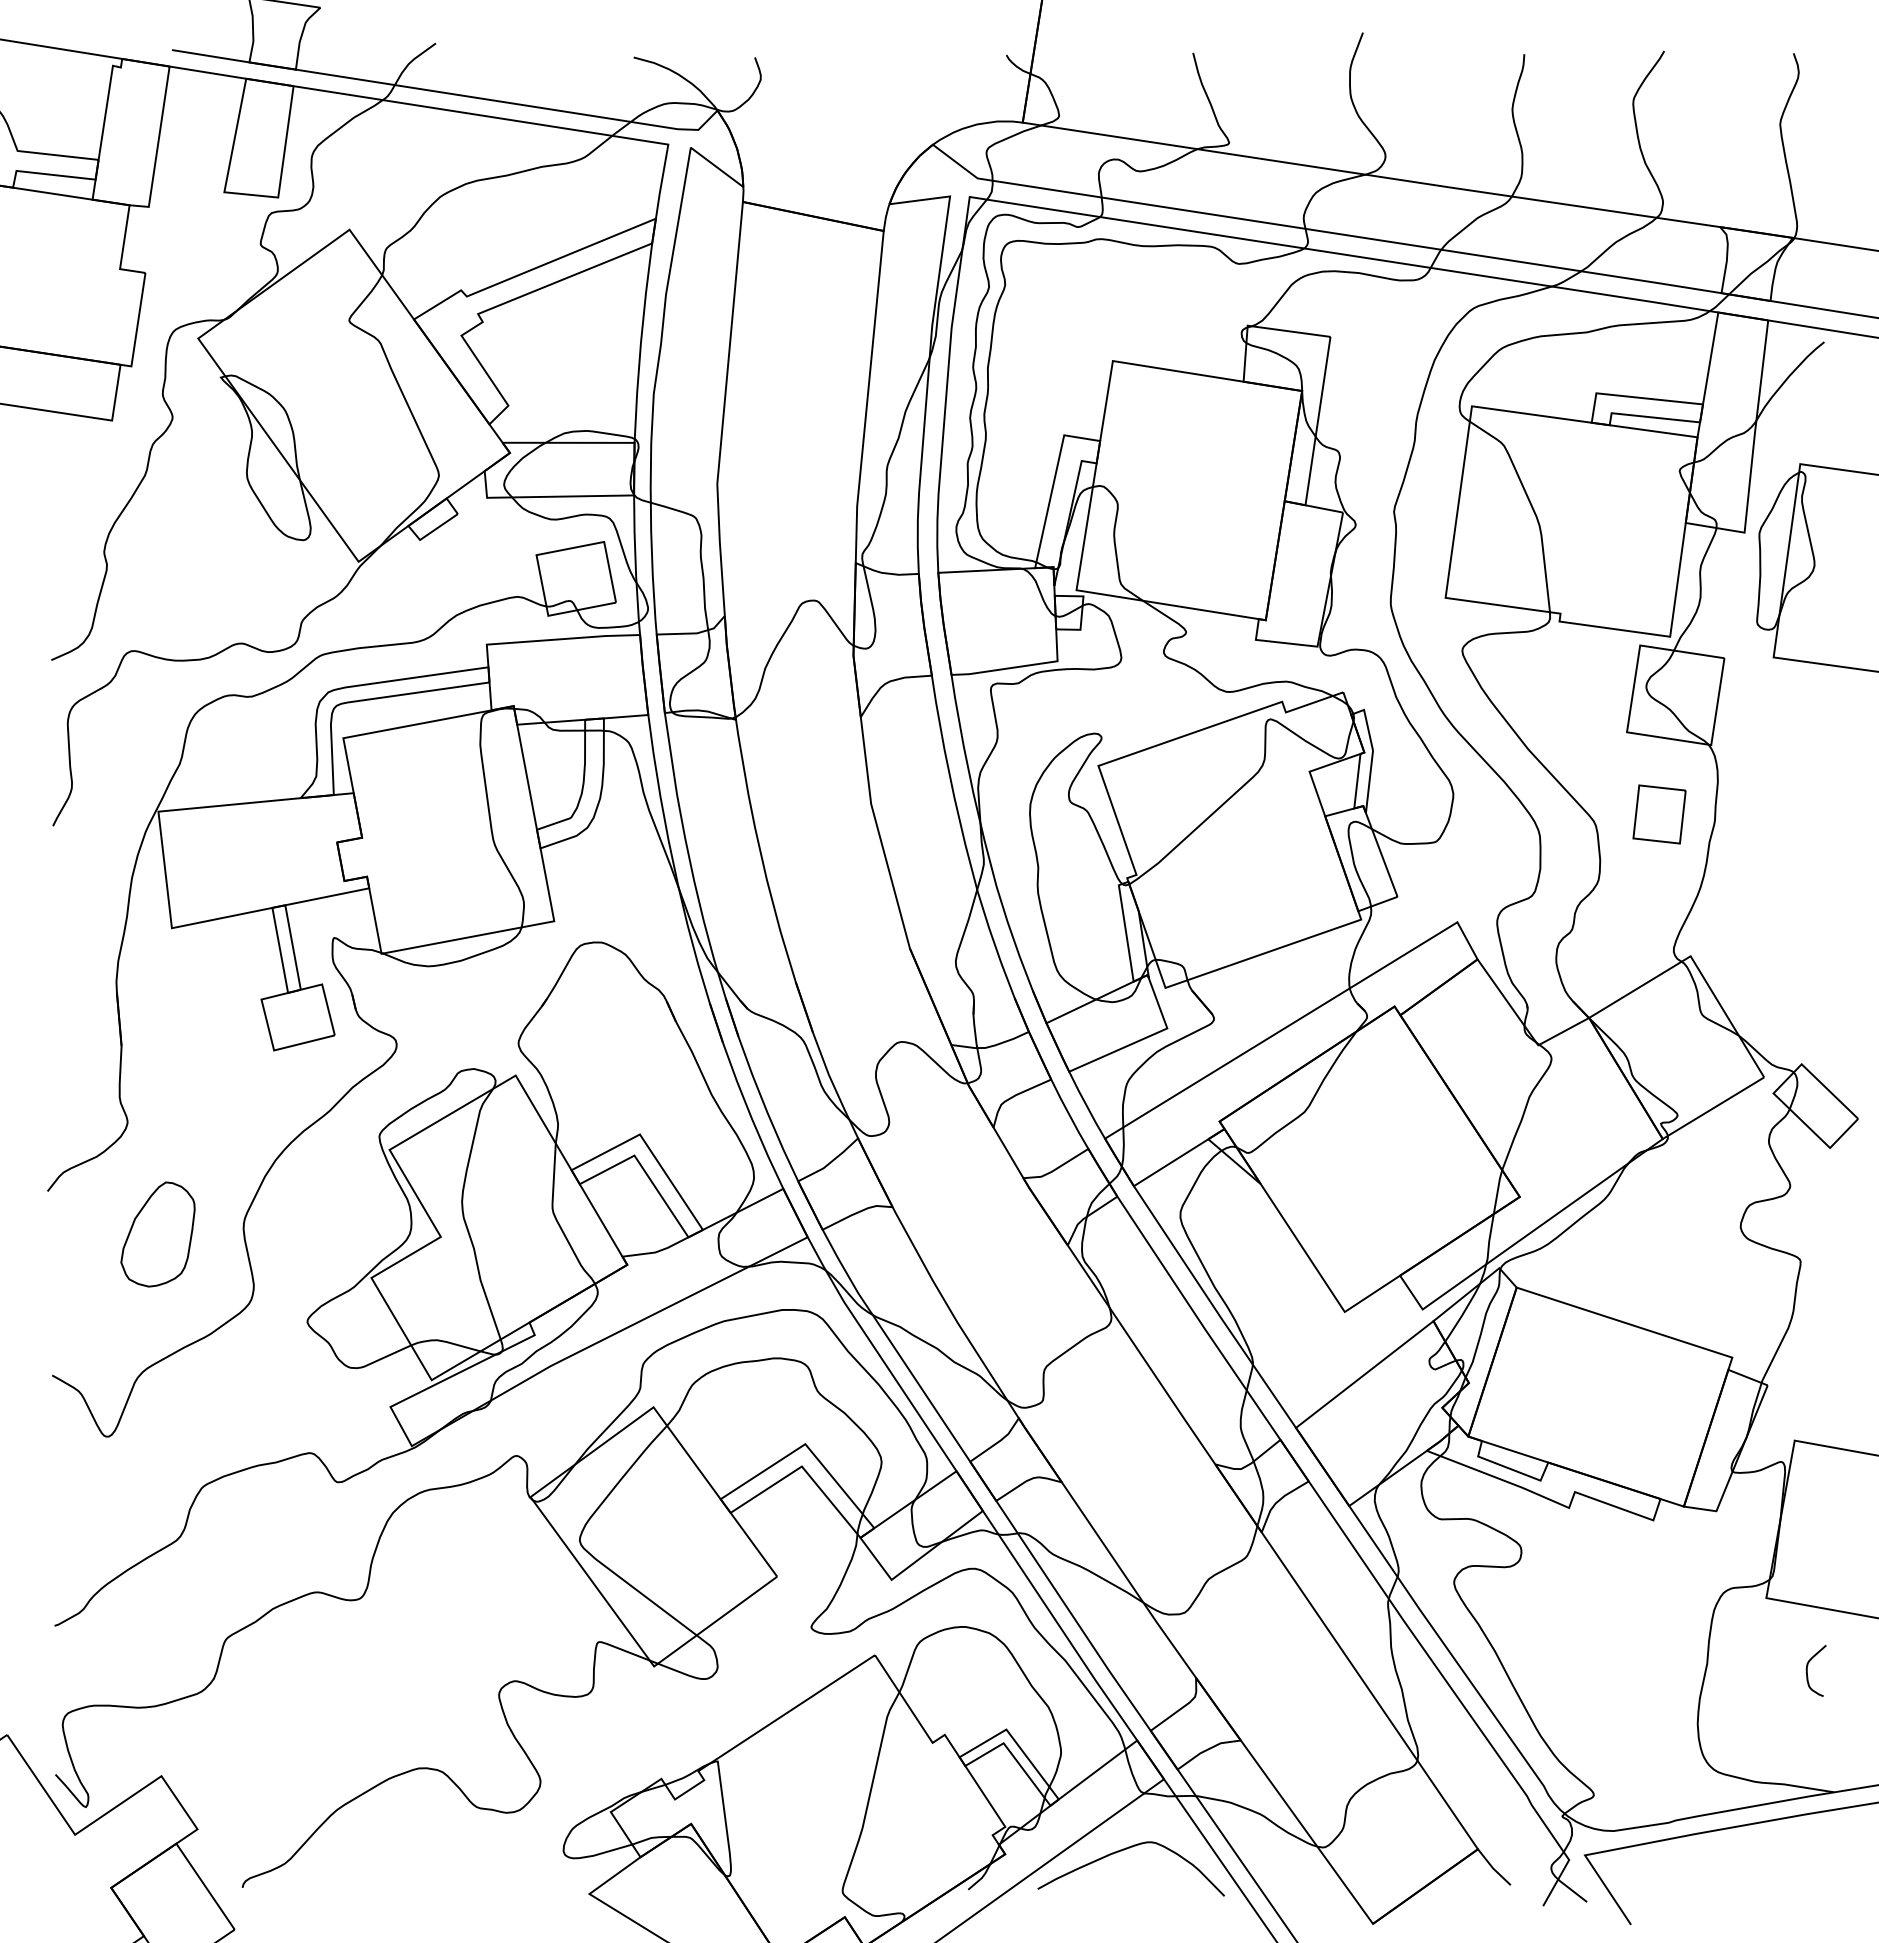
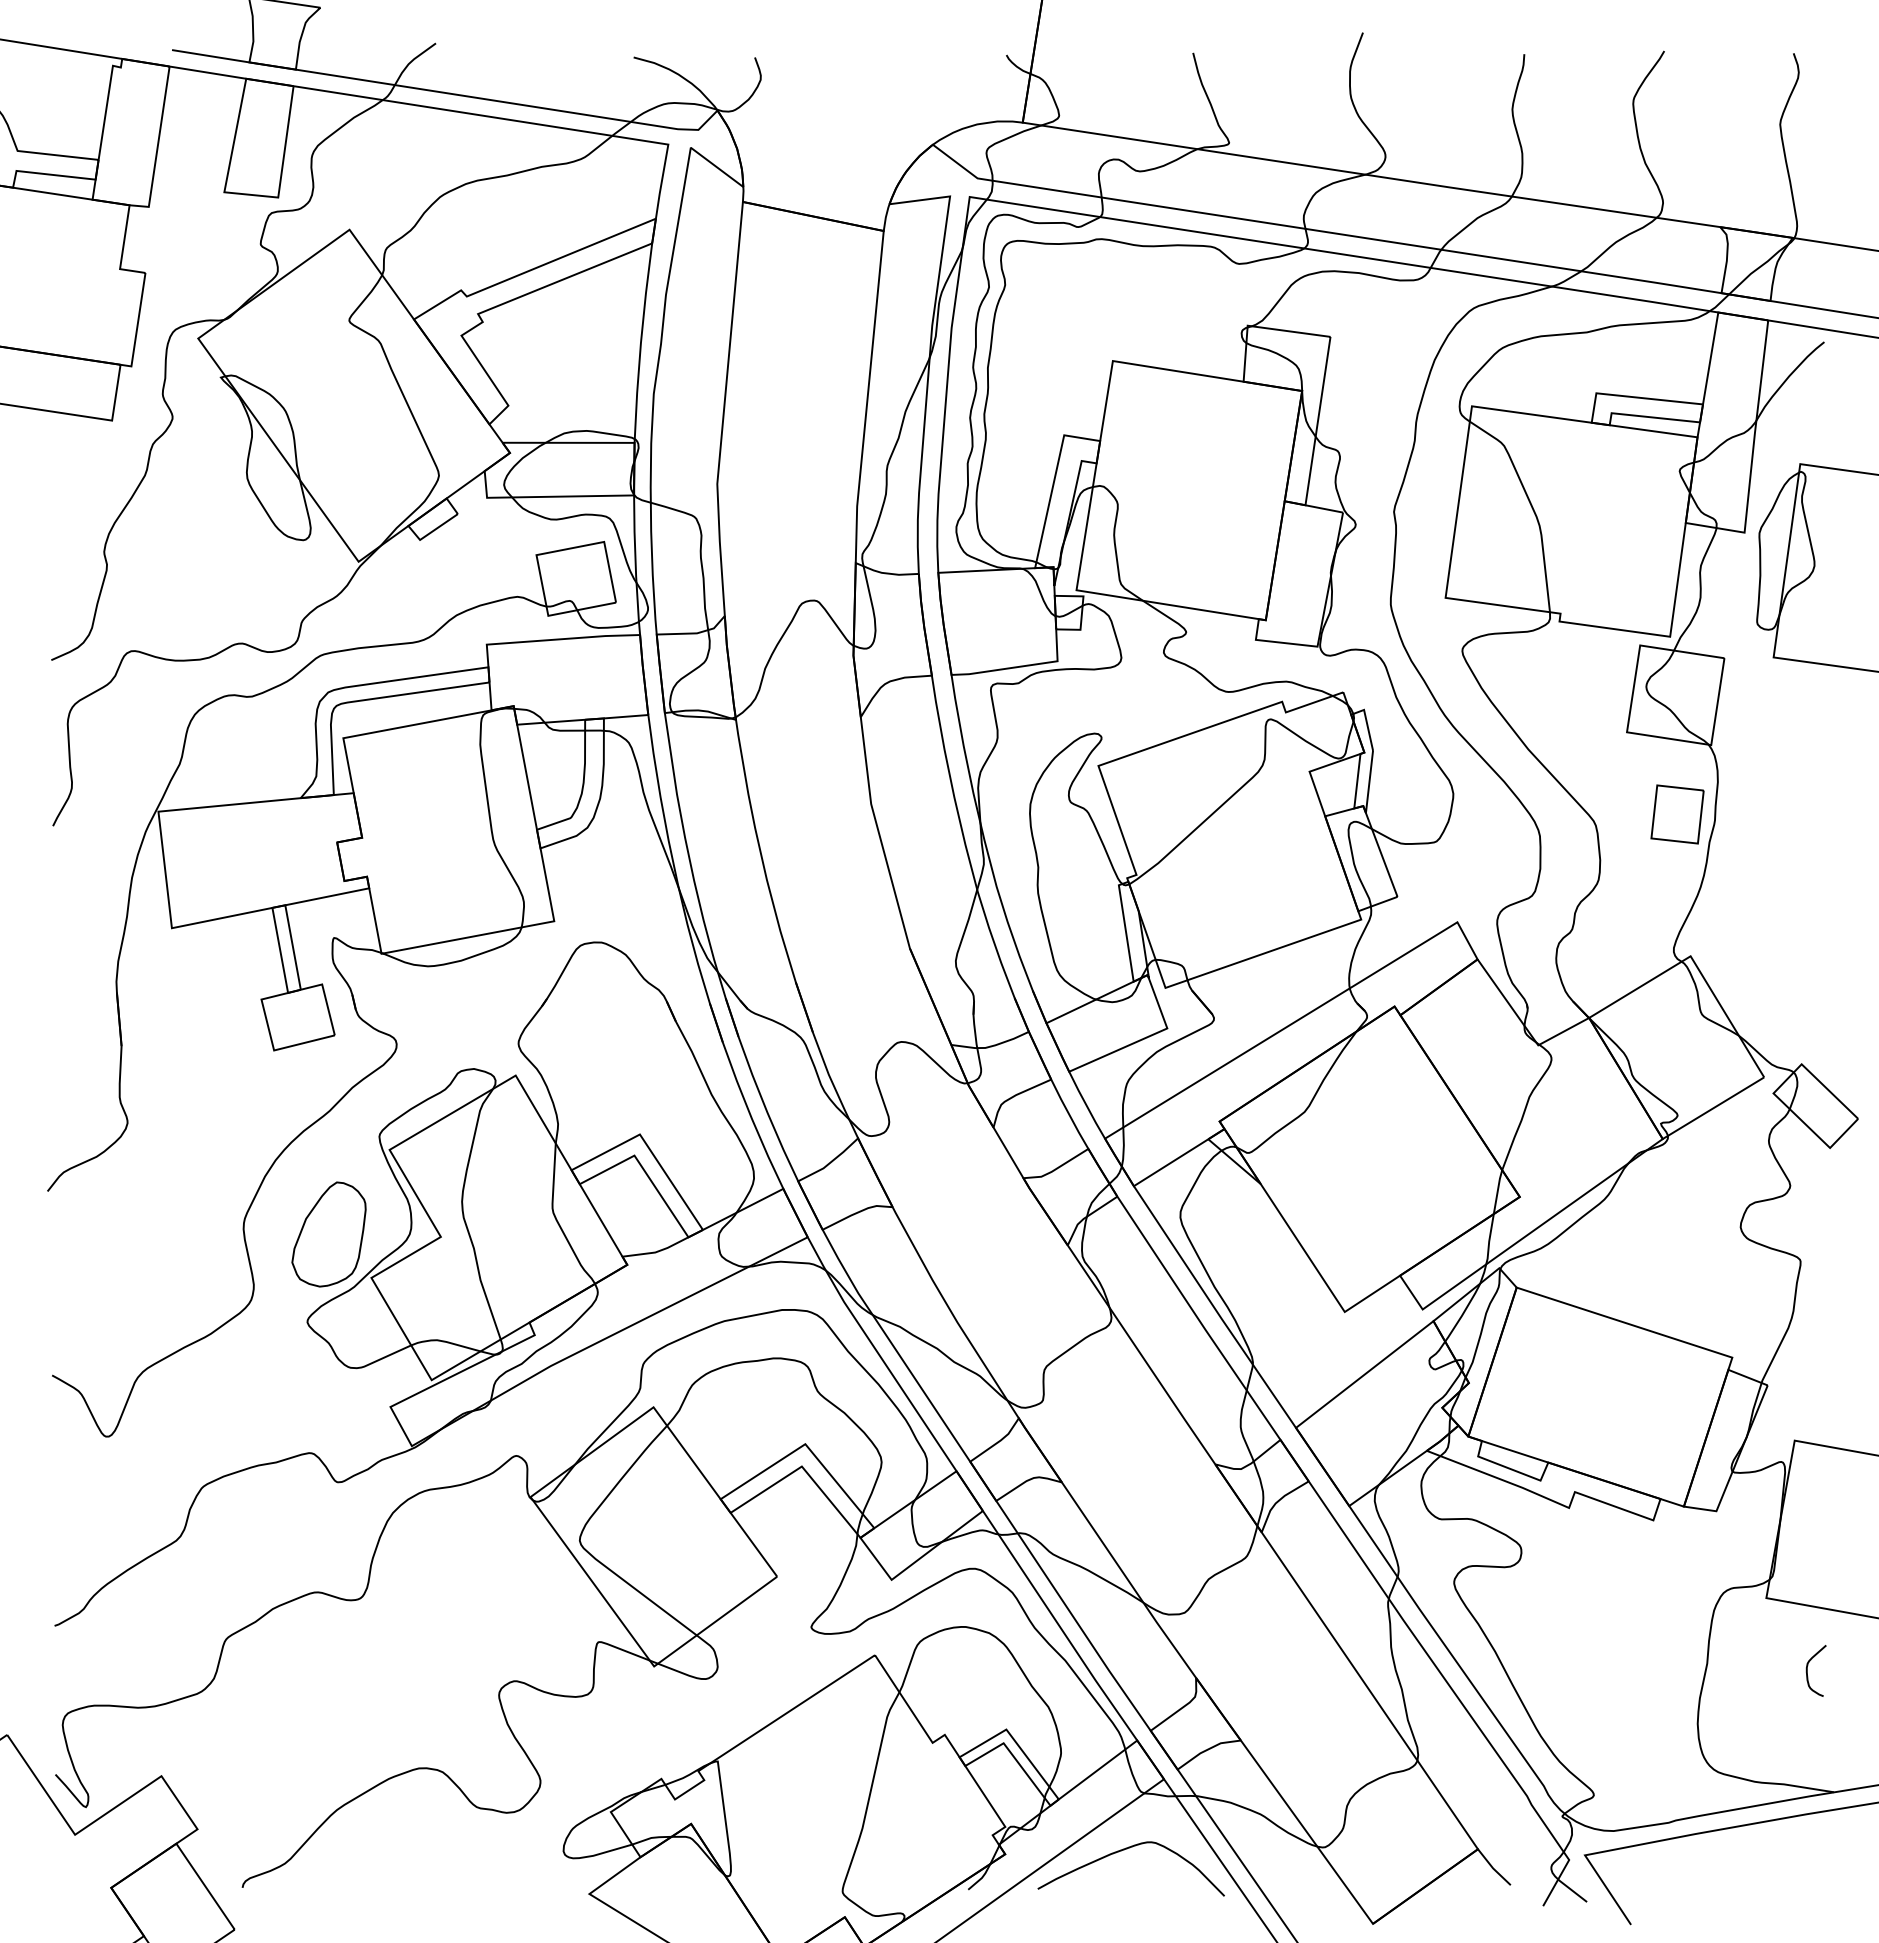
part at (1659, 814) position: (1659, 814) -> (1677, 814)
part at (157, 1234) position: (157, 1234) -> (328, 1234)
